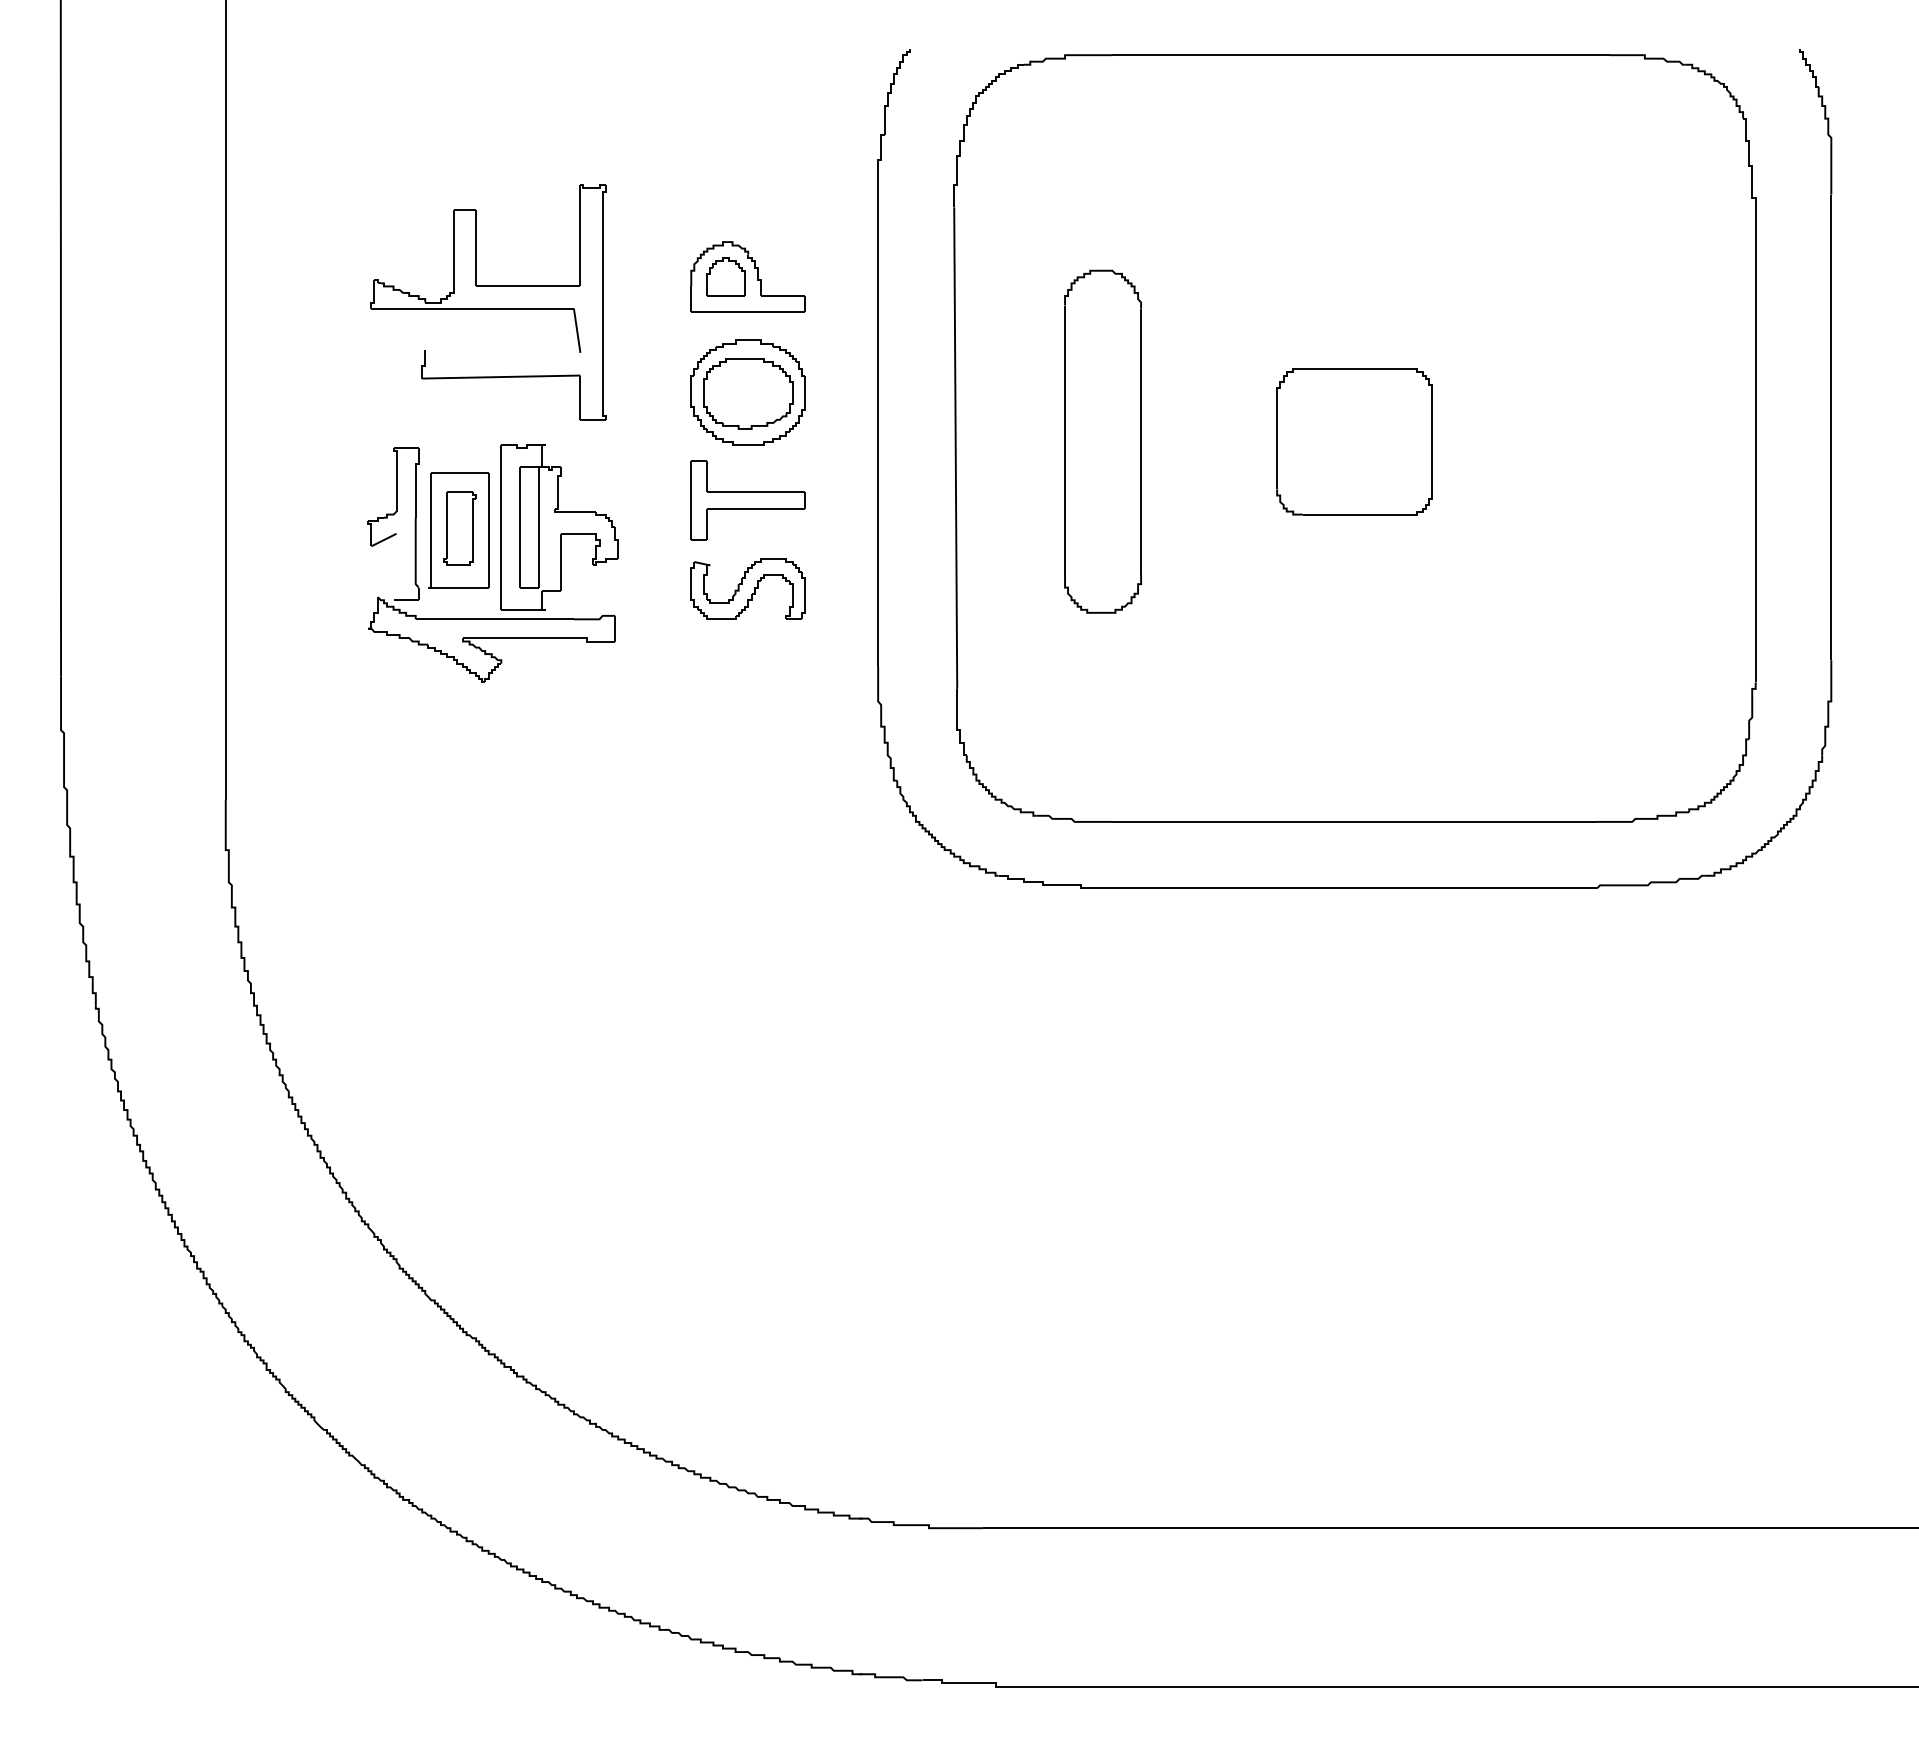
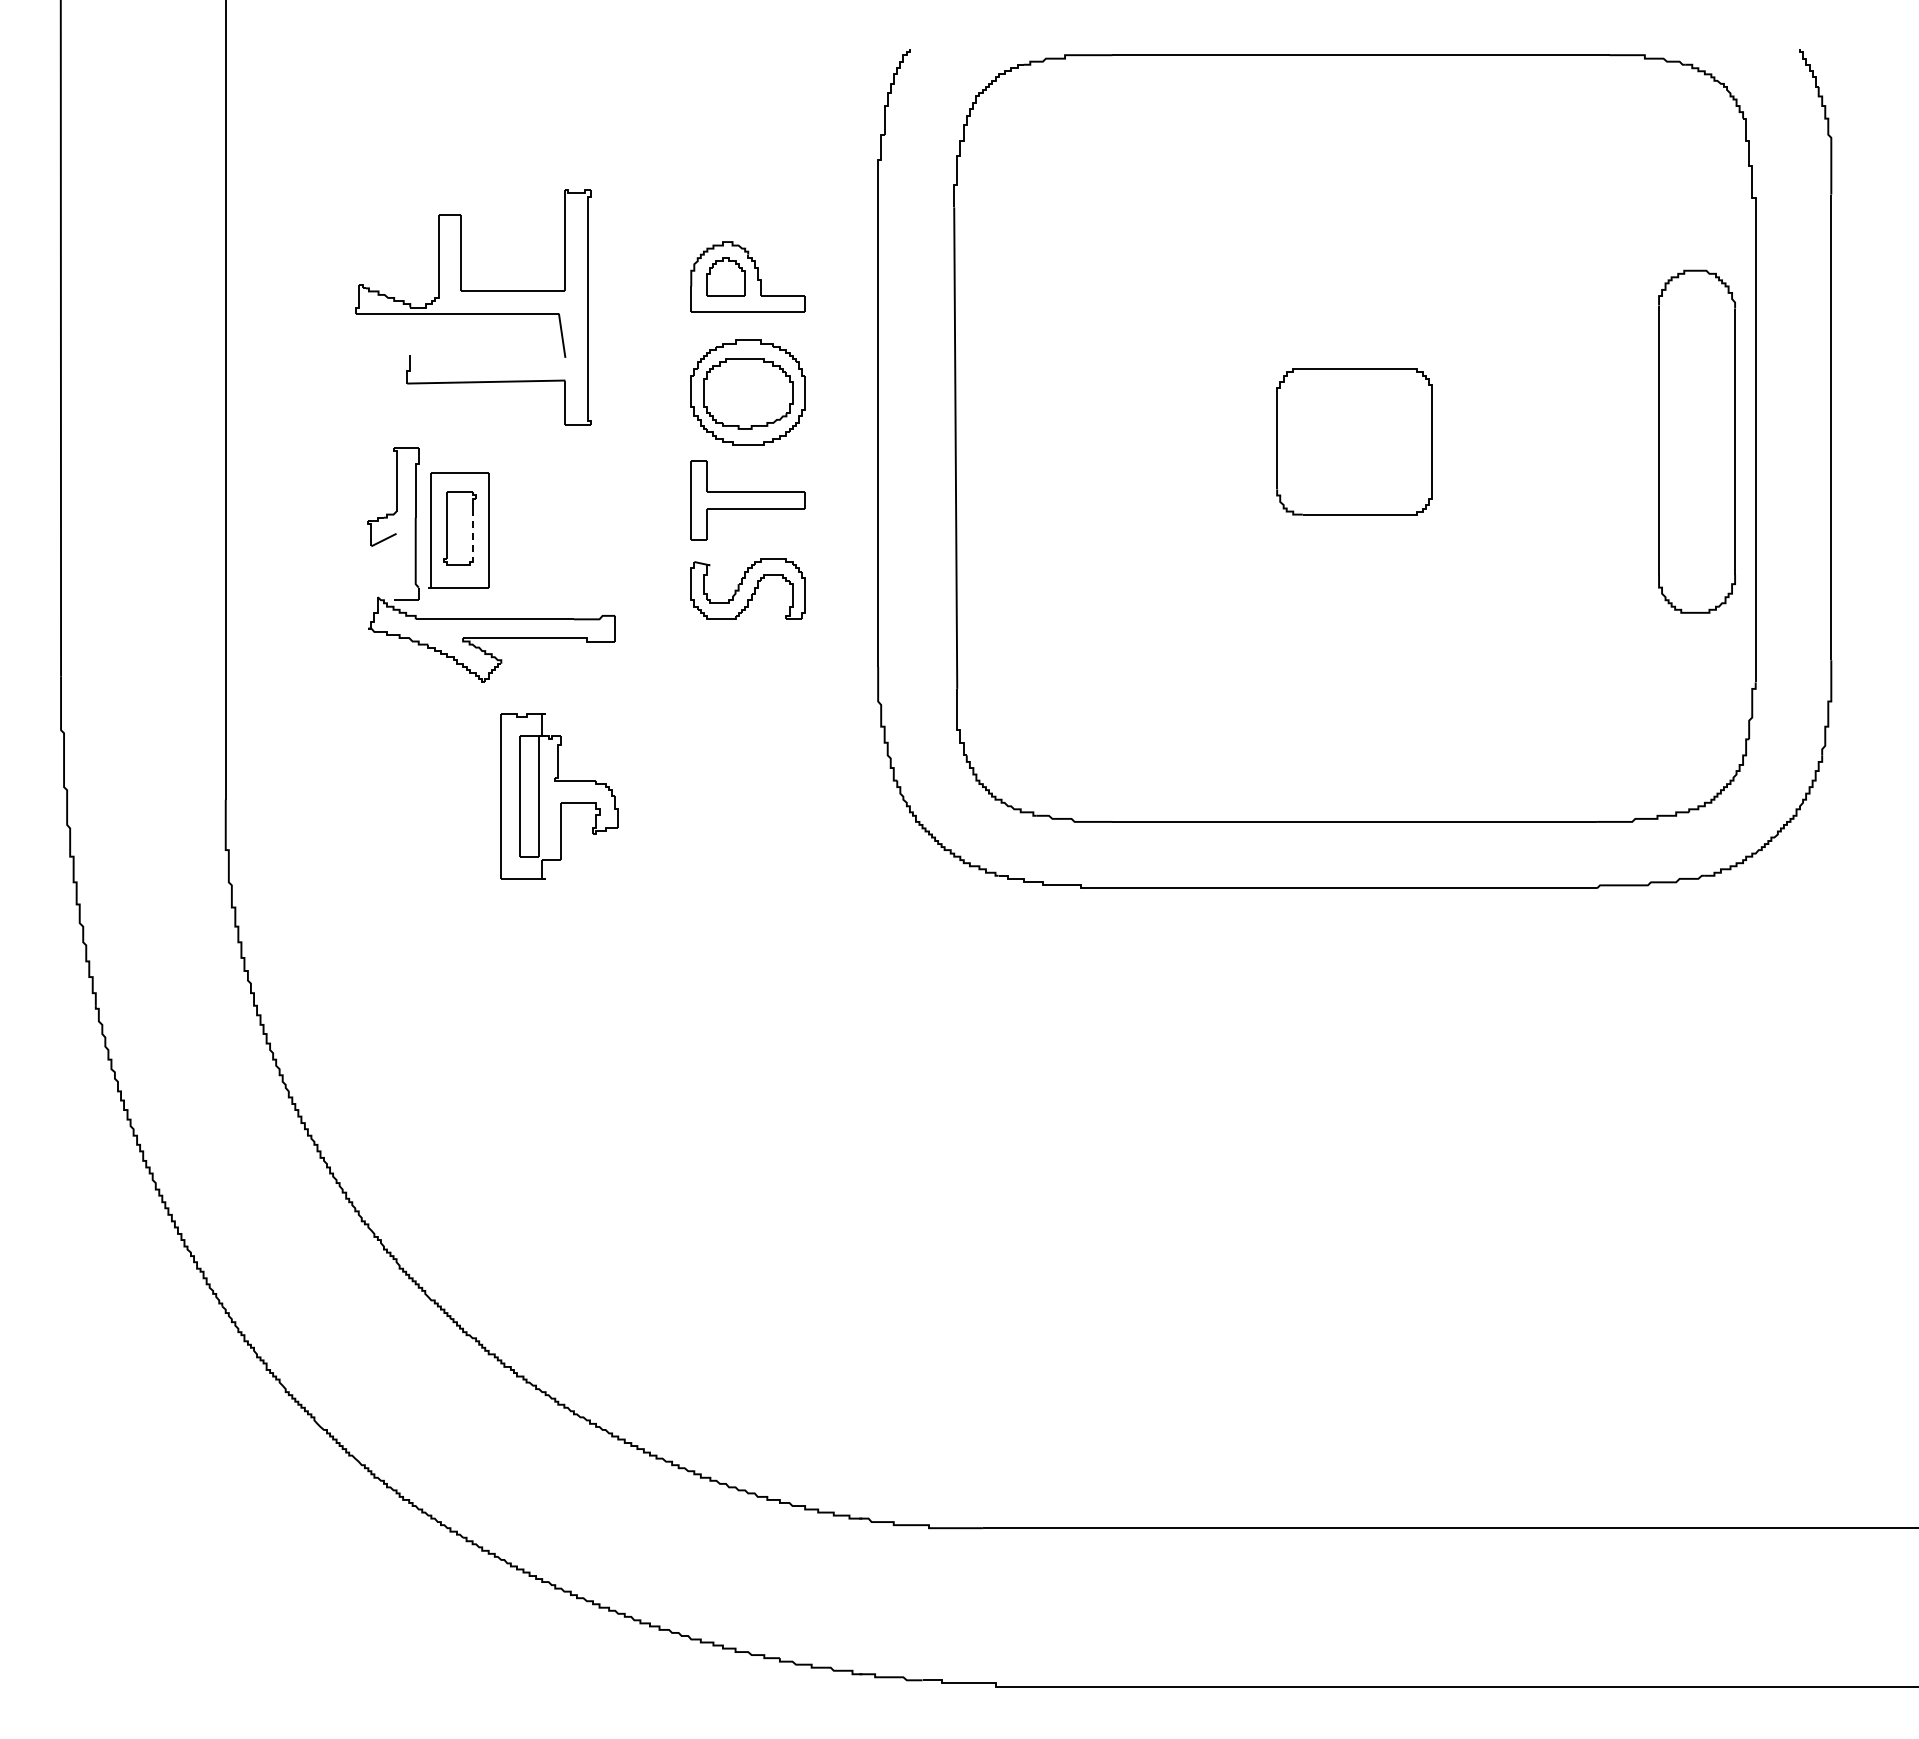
part at (488, 302) position: (488, 302) -> (473, 307)
part at (1102, 441) position: (1102, 441) -> (1696, 441)
part at (559, 527) position: (559, 527) -> (559, 796)
line at (472, 534): solid -> dashed
